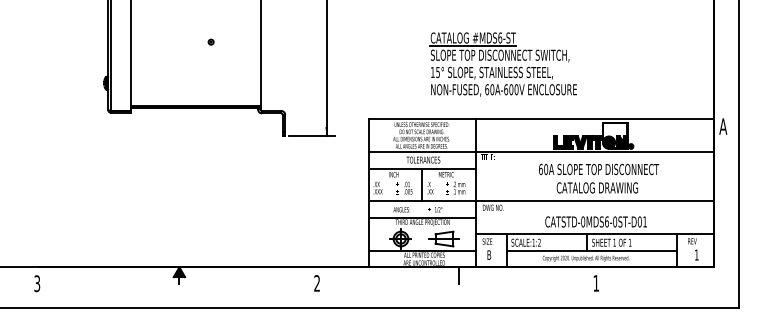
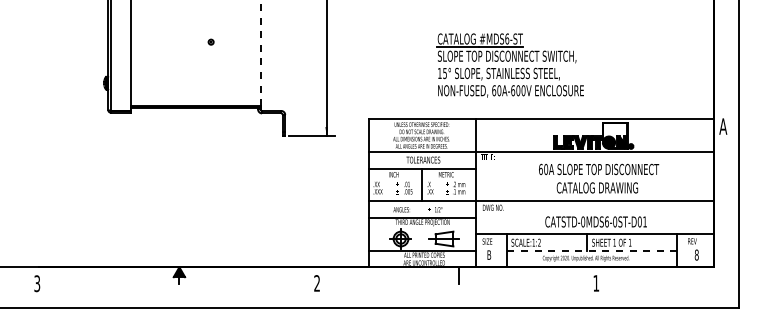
line at (260, 53): solid -> dashed
part at (502, 64) position: (502, 64) -> (509, 65)
line at (591, 250): solid -> dashed
text at (696, 254): 1 -> 8
